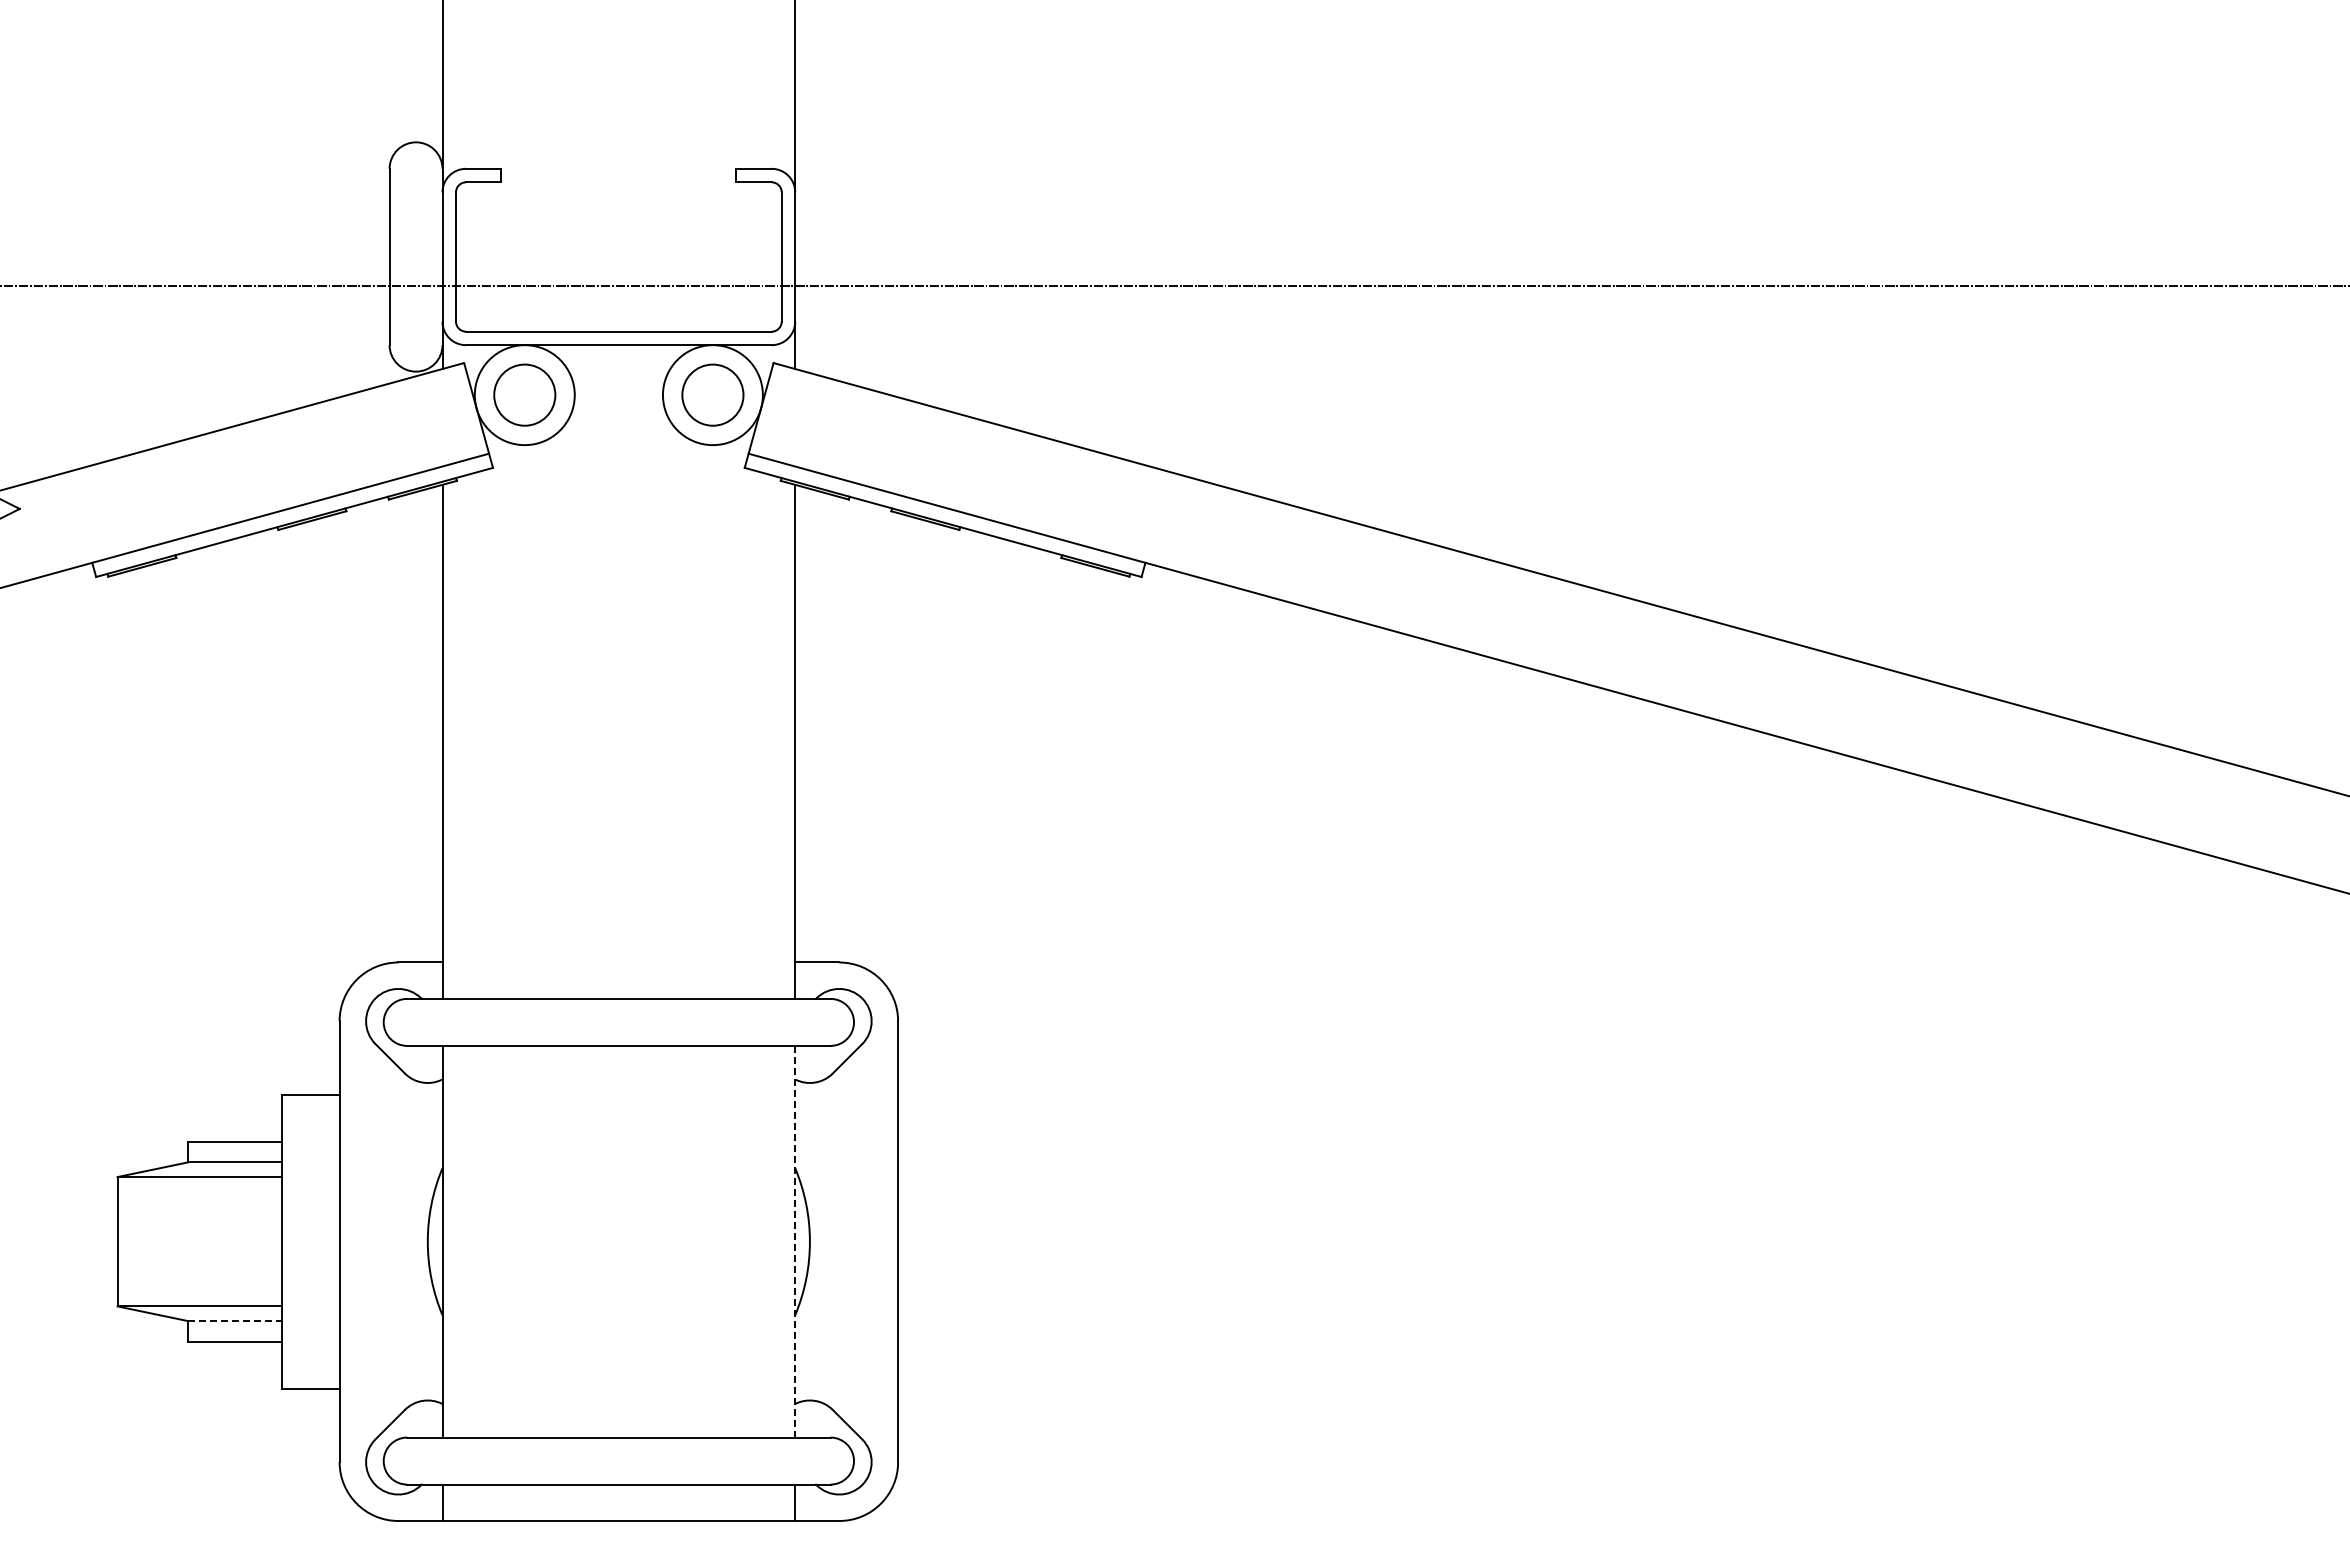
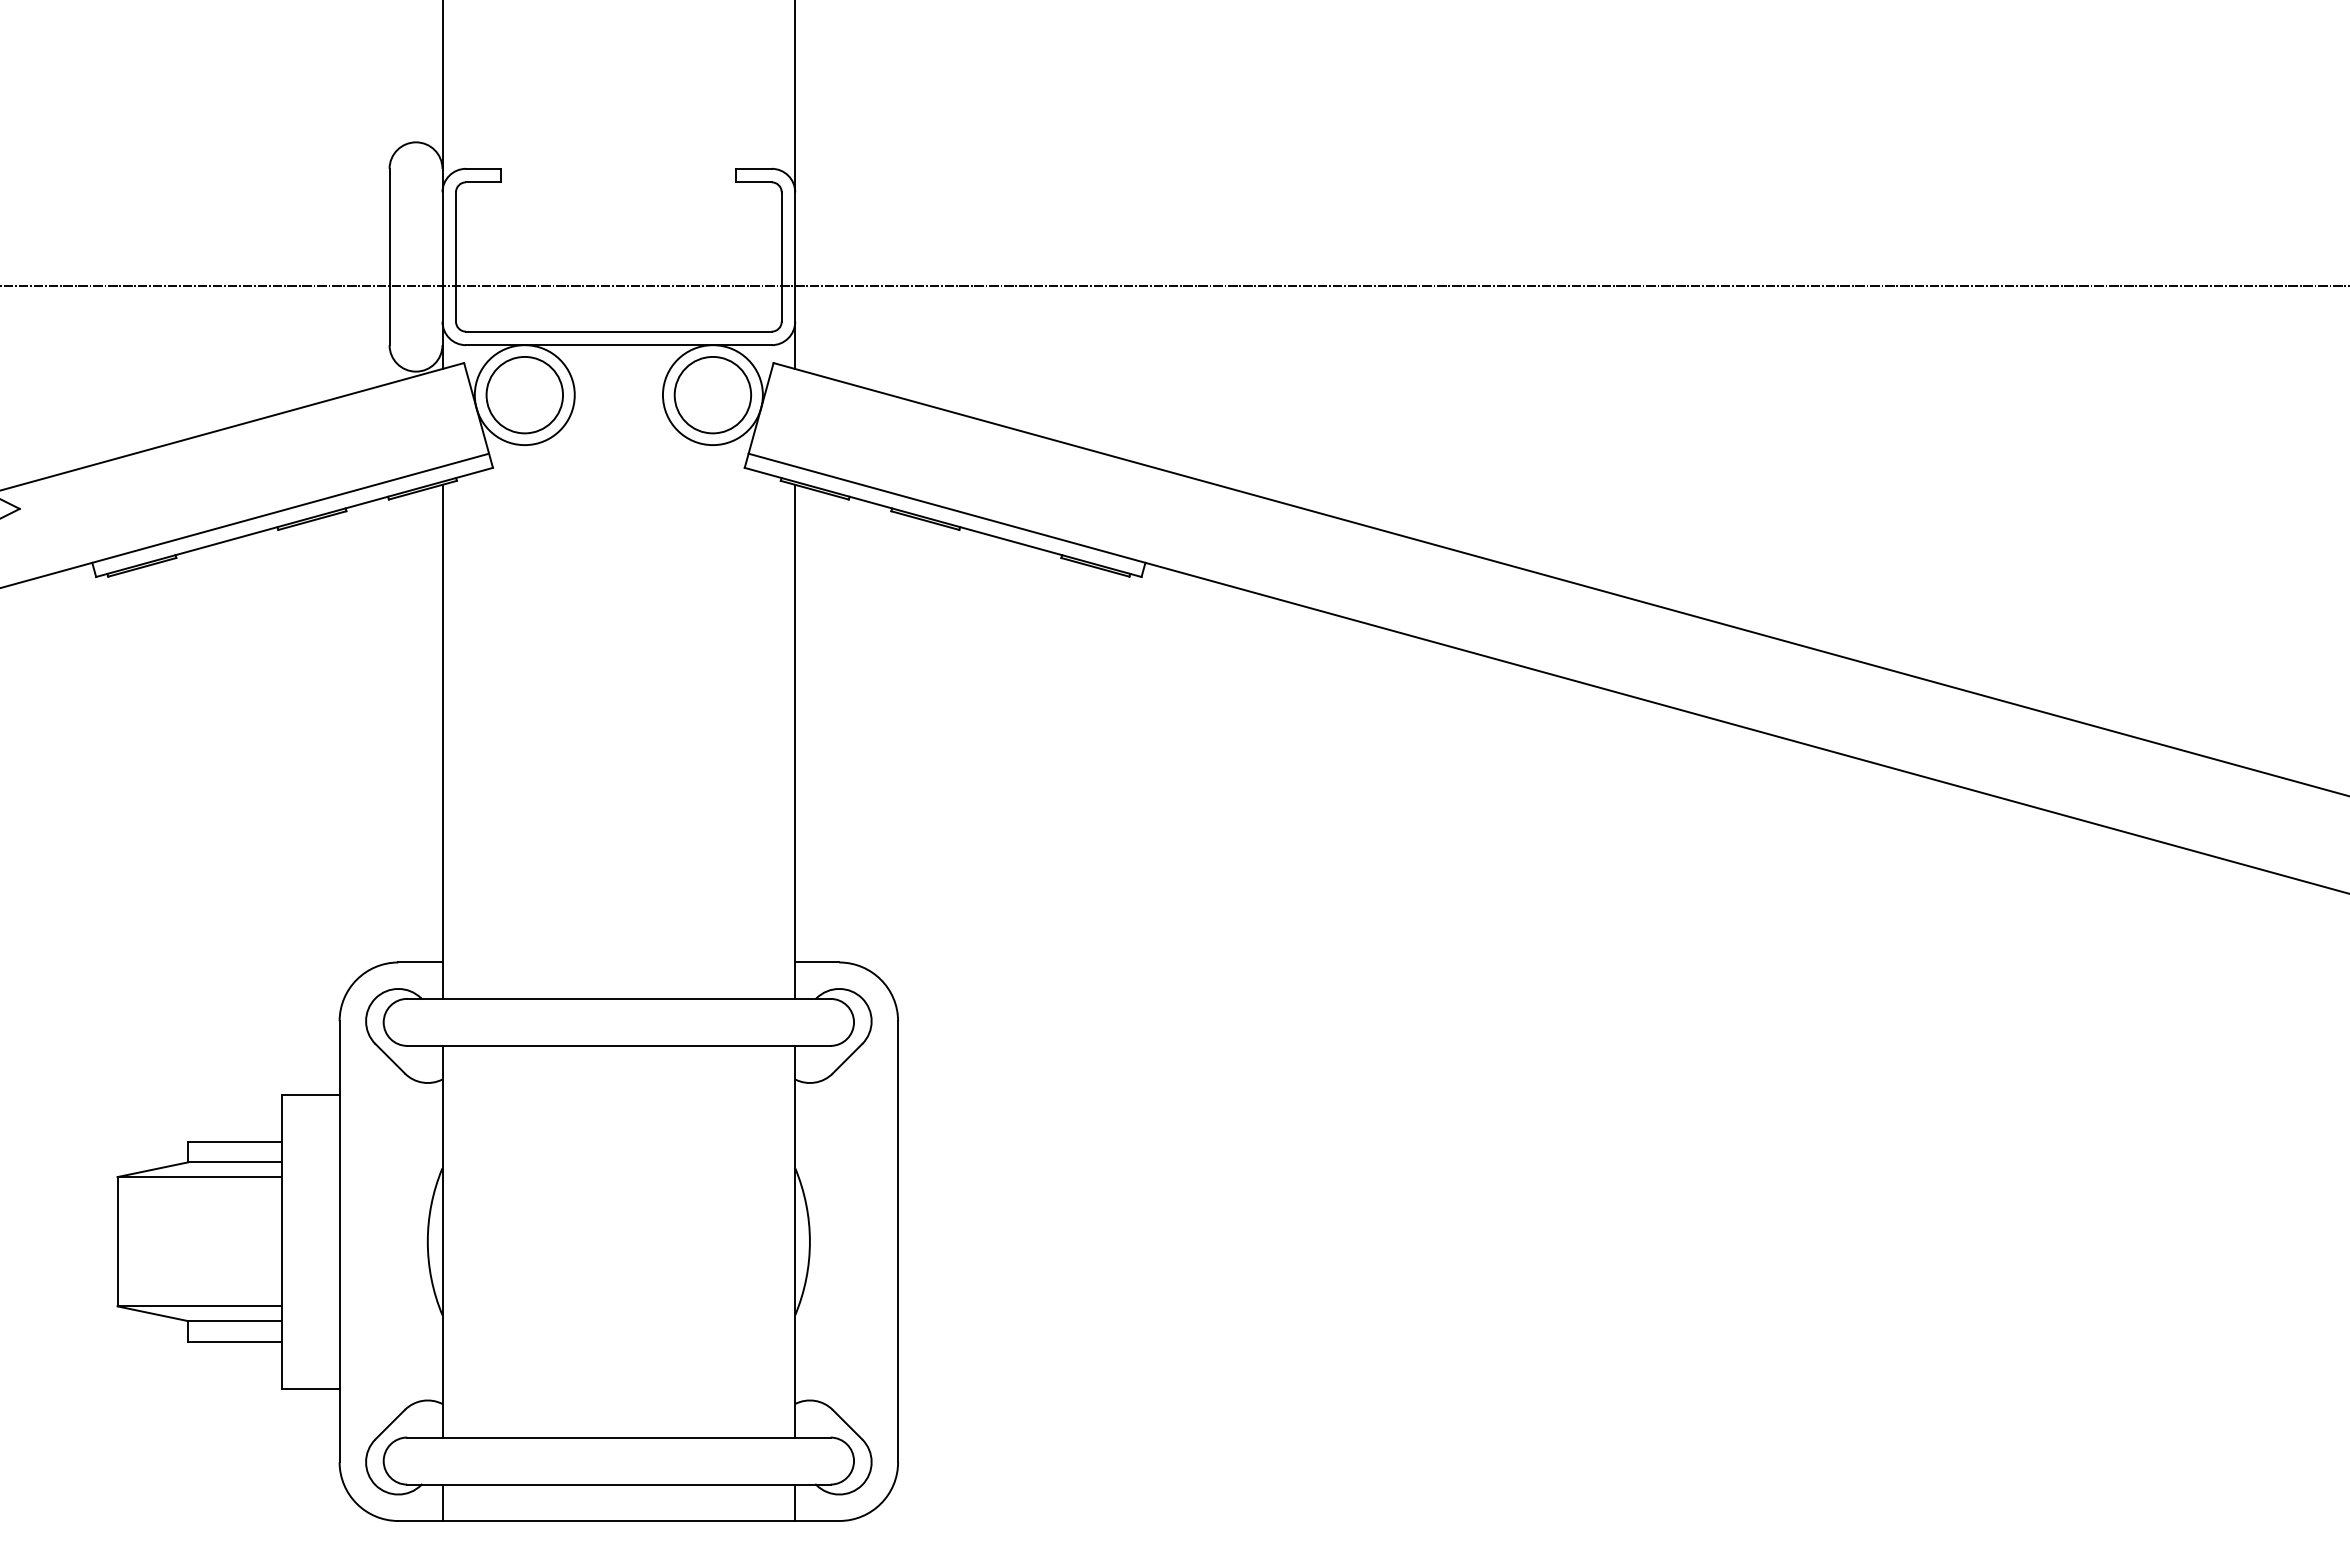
circle at (524, 394) diameter: 61 px -> 76 px
circle at (712, 394) diameter: 61 px -> 76 px
line at (795, 1241): dashed -> solid
line at (235, 1321): dashed -> solid
